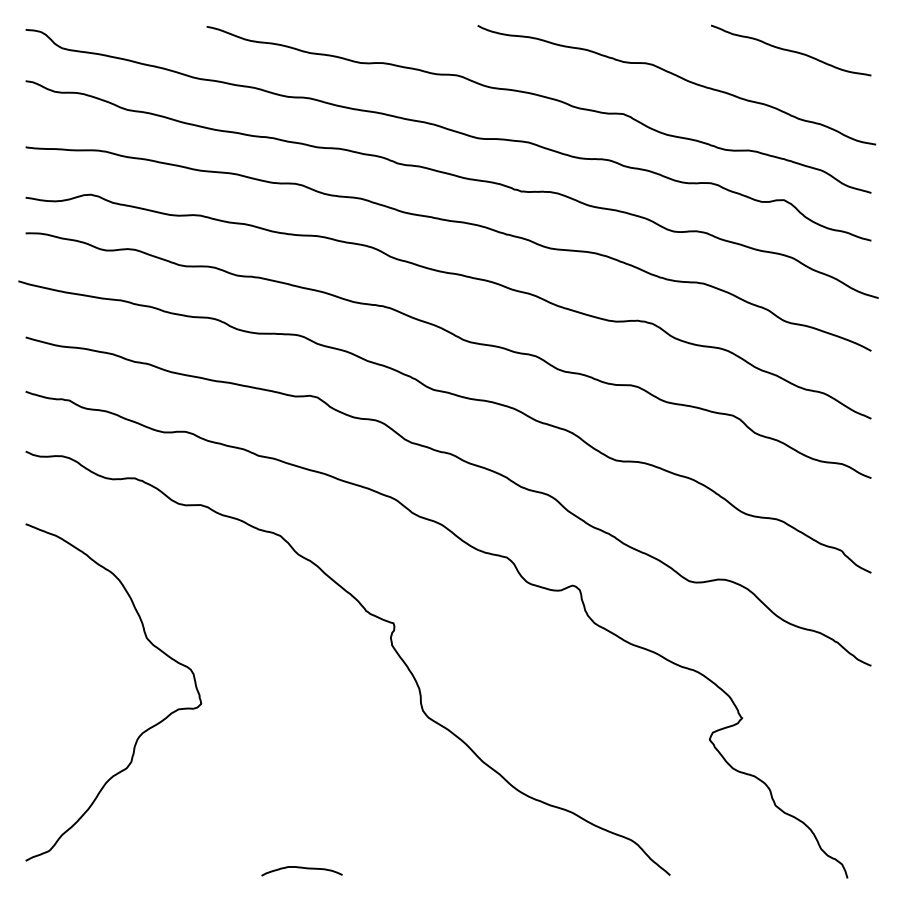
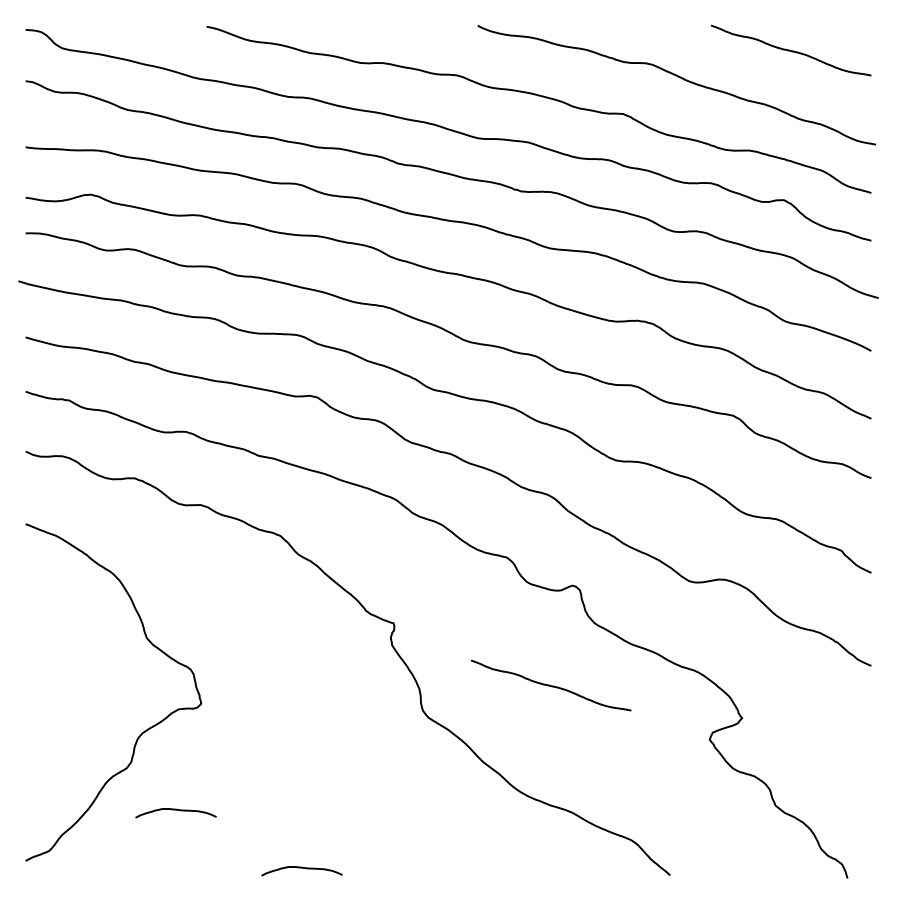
curve at (551, 685): none -> present
curve at (175, 810): none -> present
